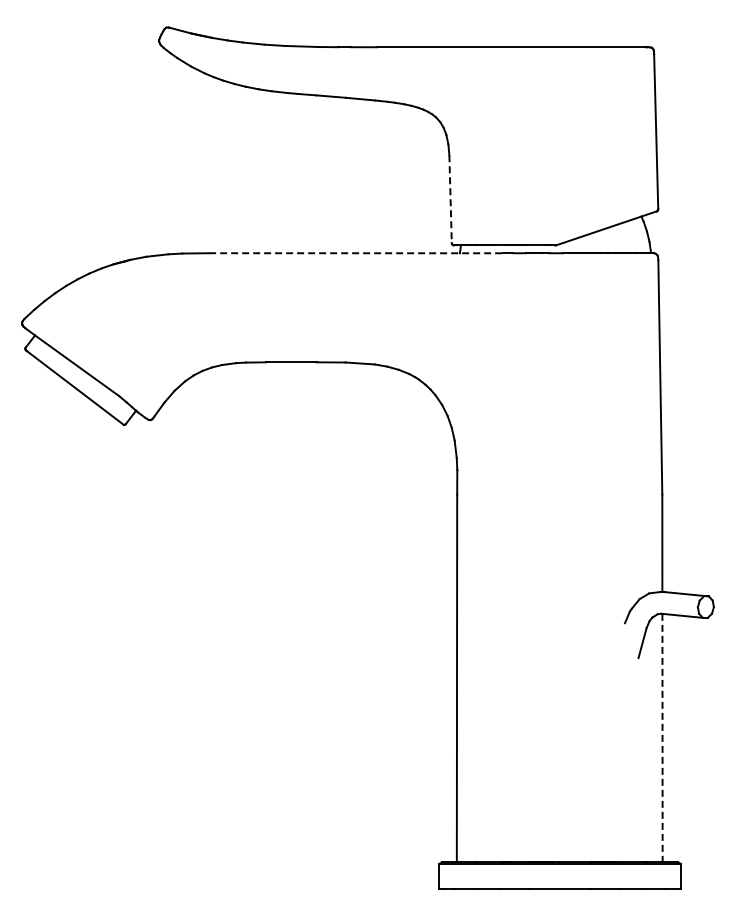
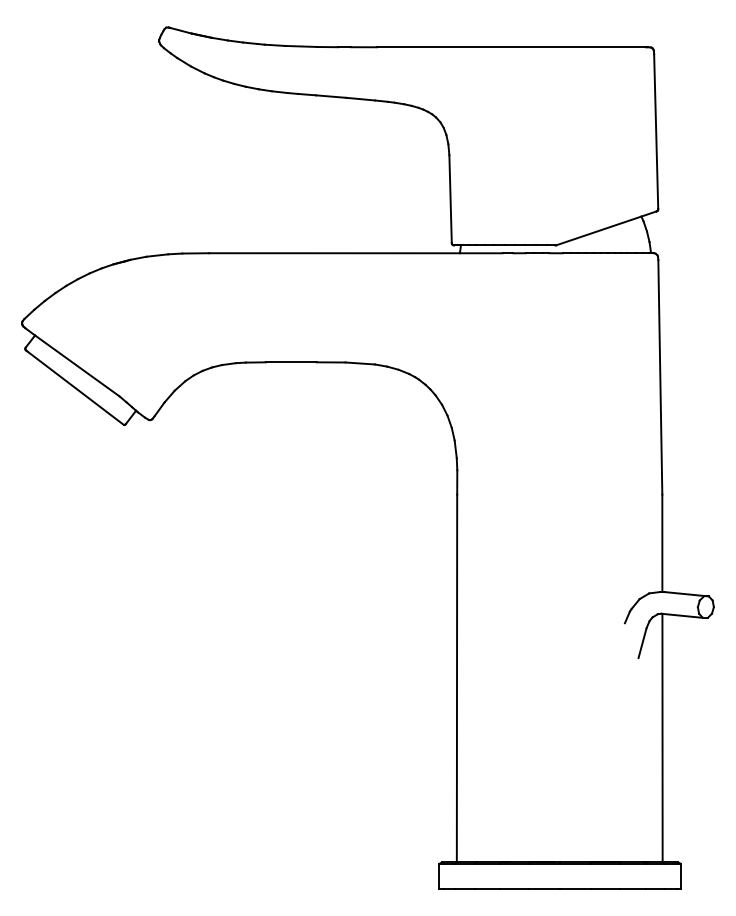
line at (450, 199): dashed -> solid
line at (355, 253): dashed -> solid
line at (662, 738): dashed -> solid
